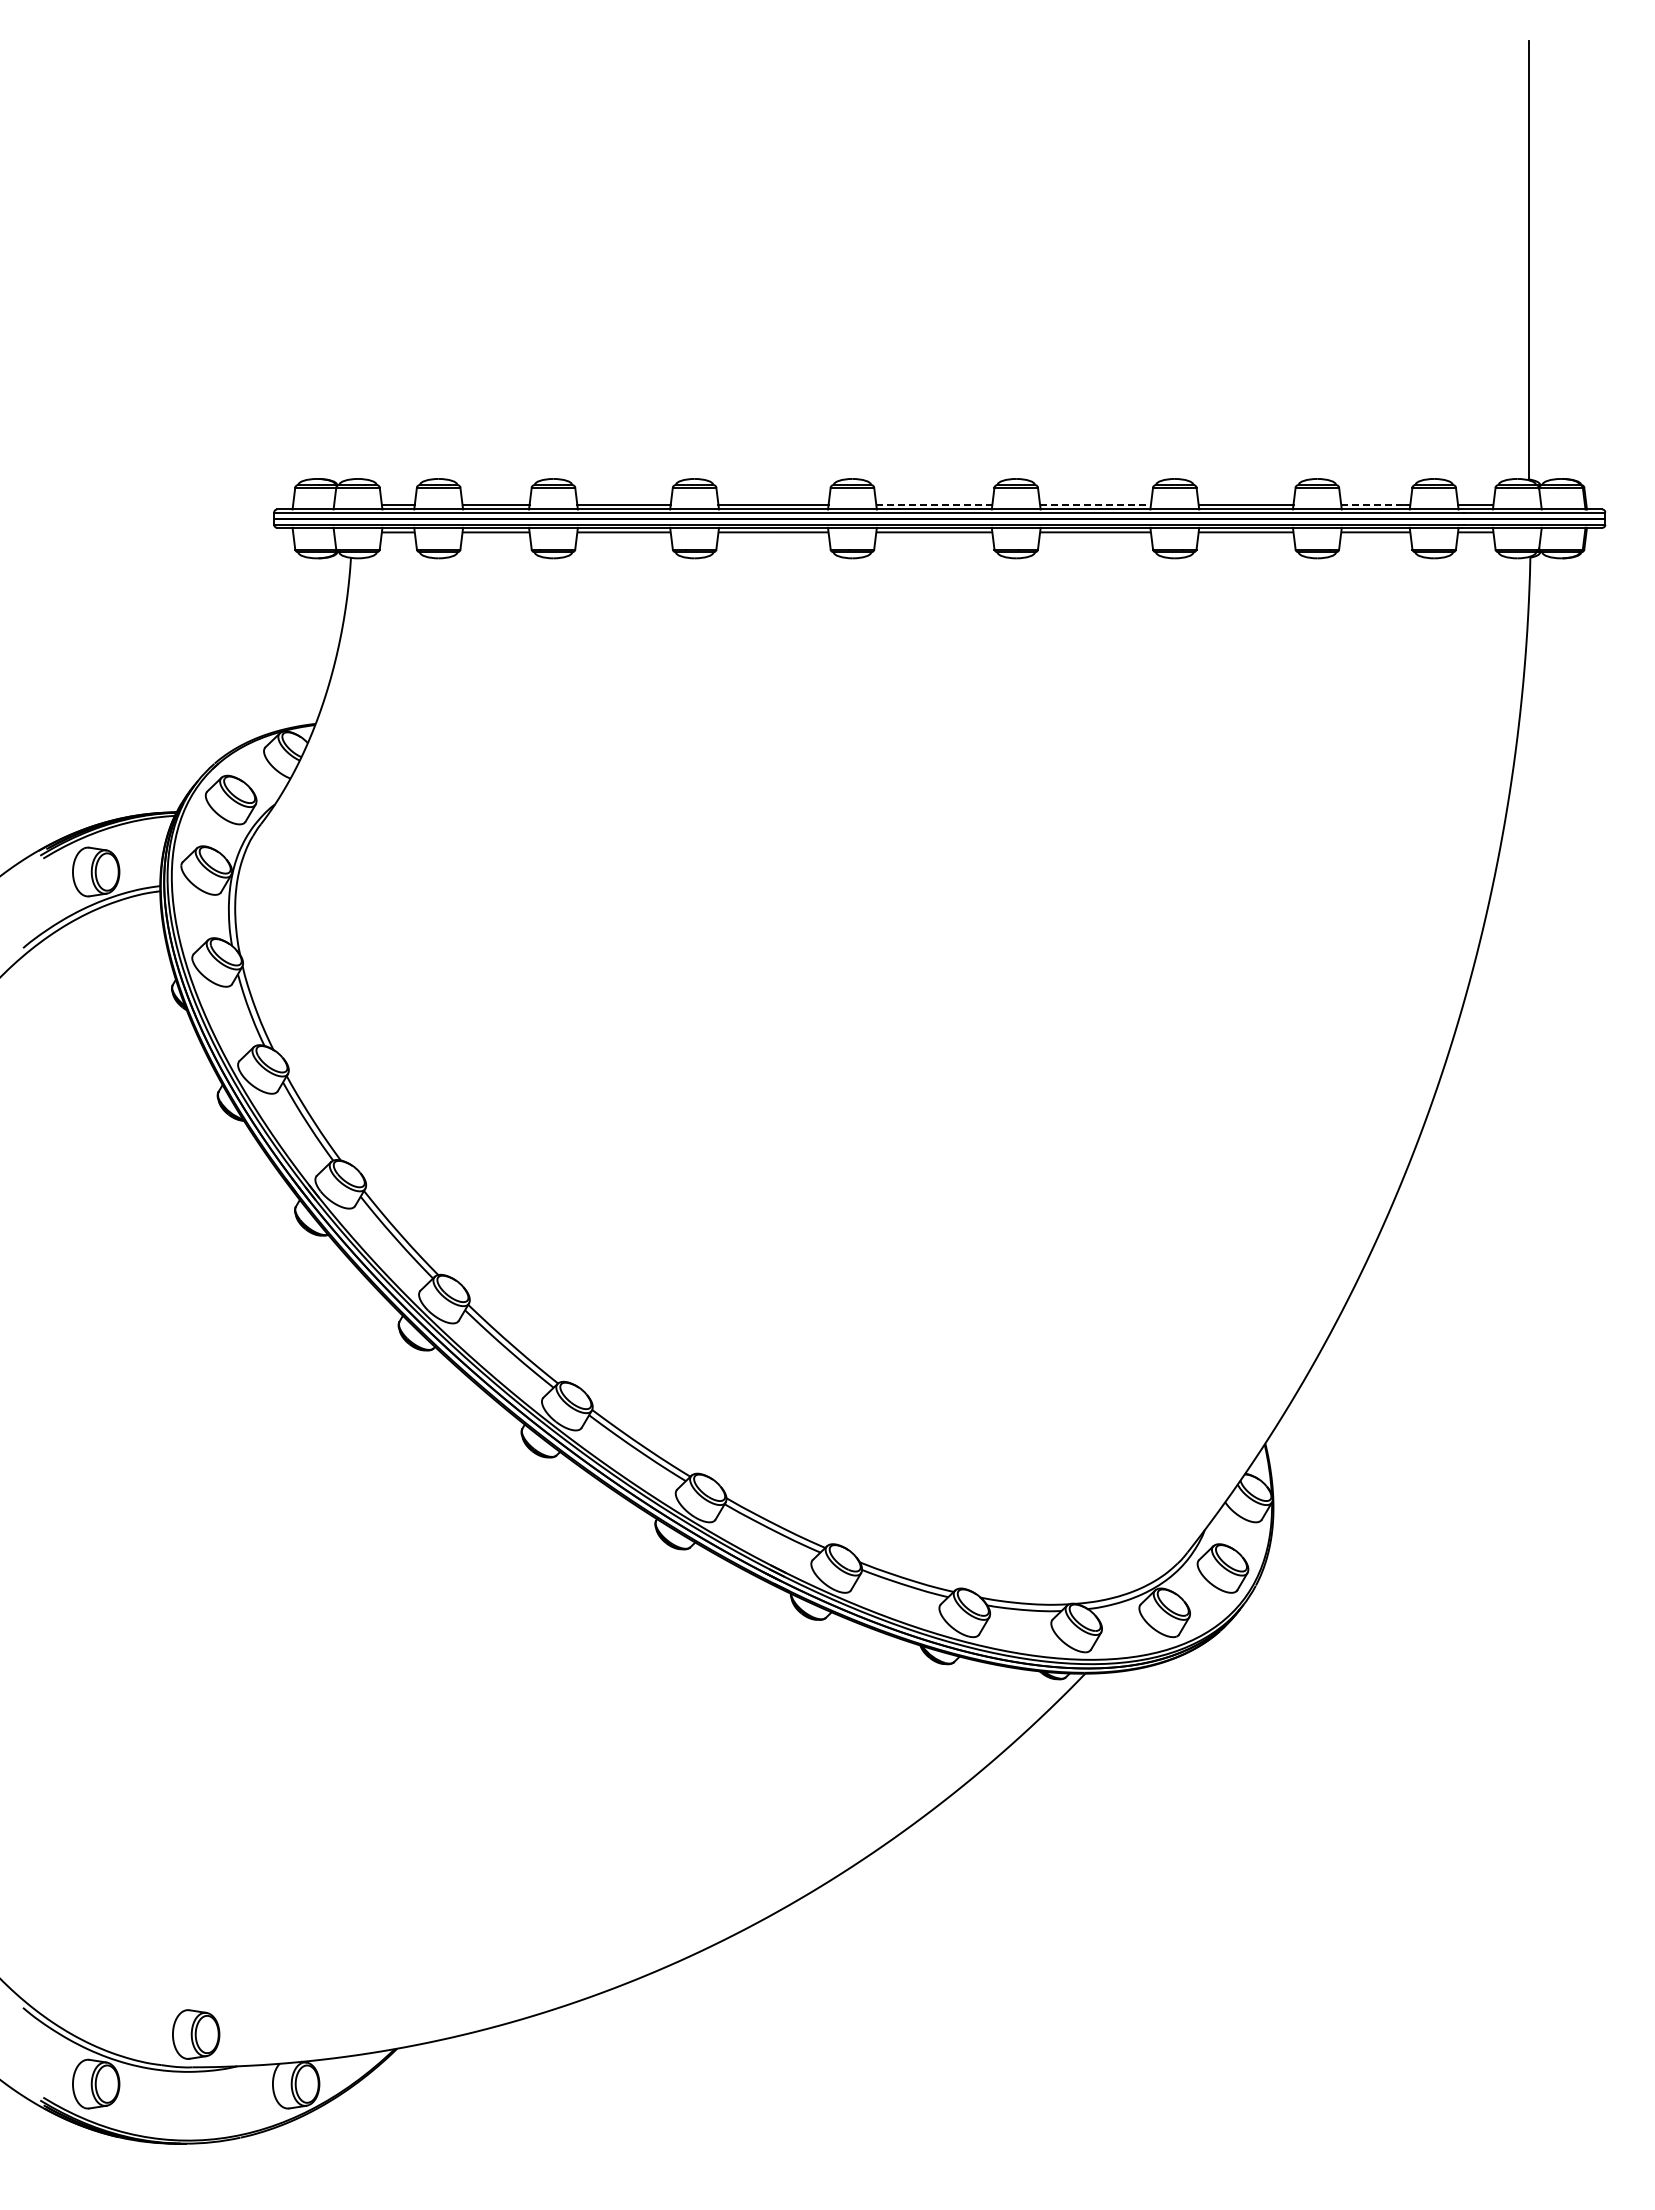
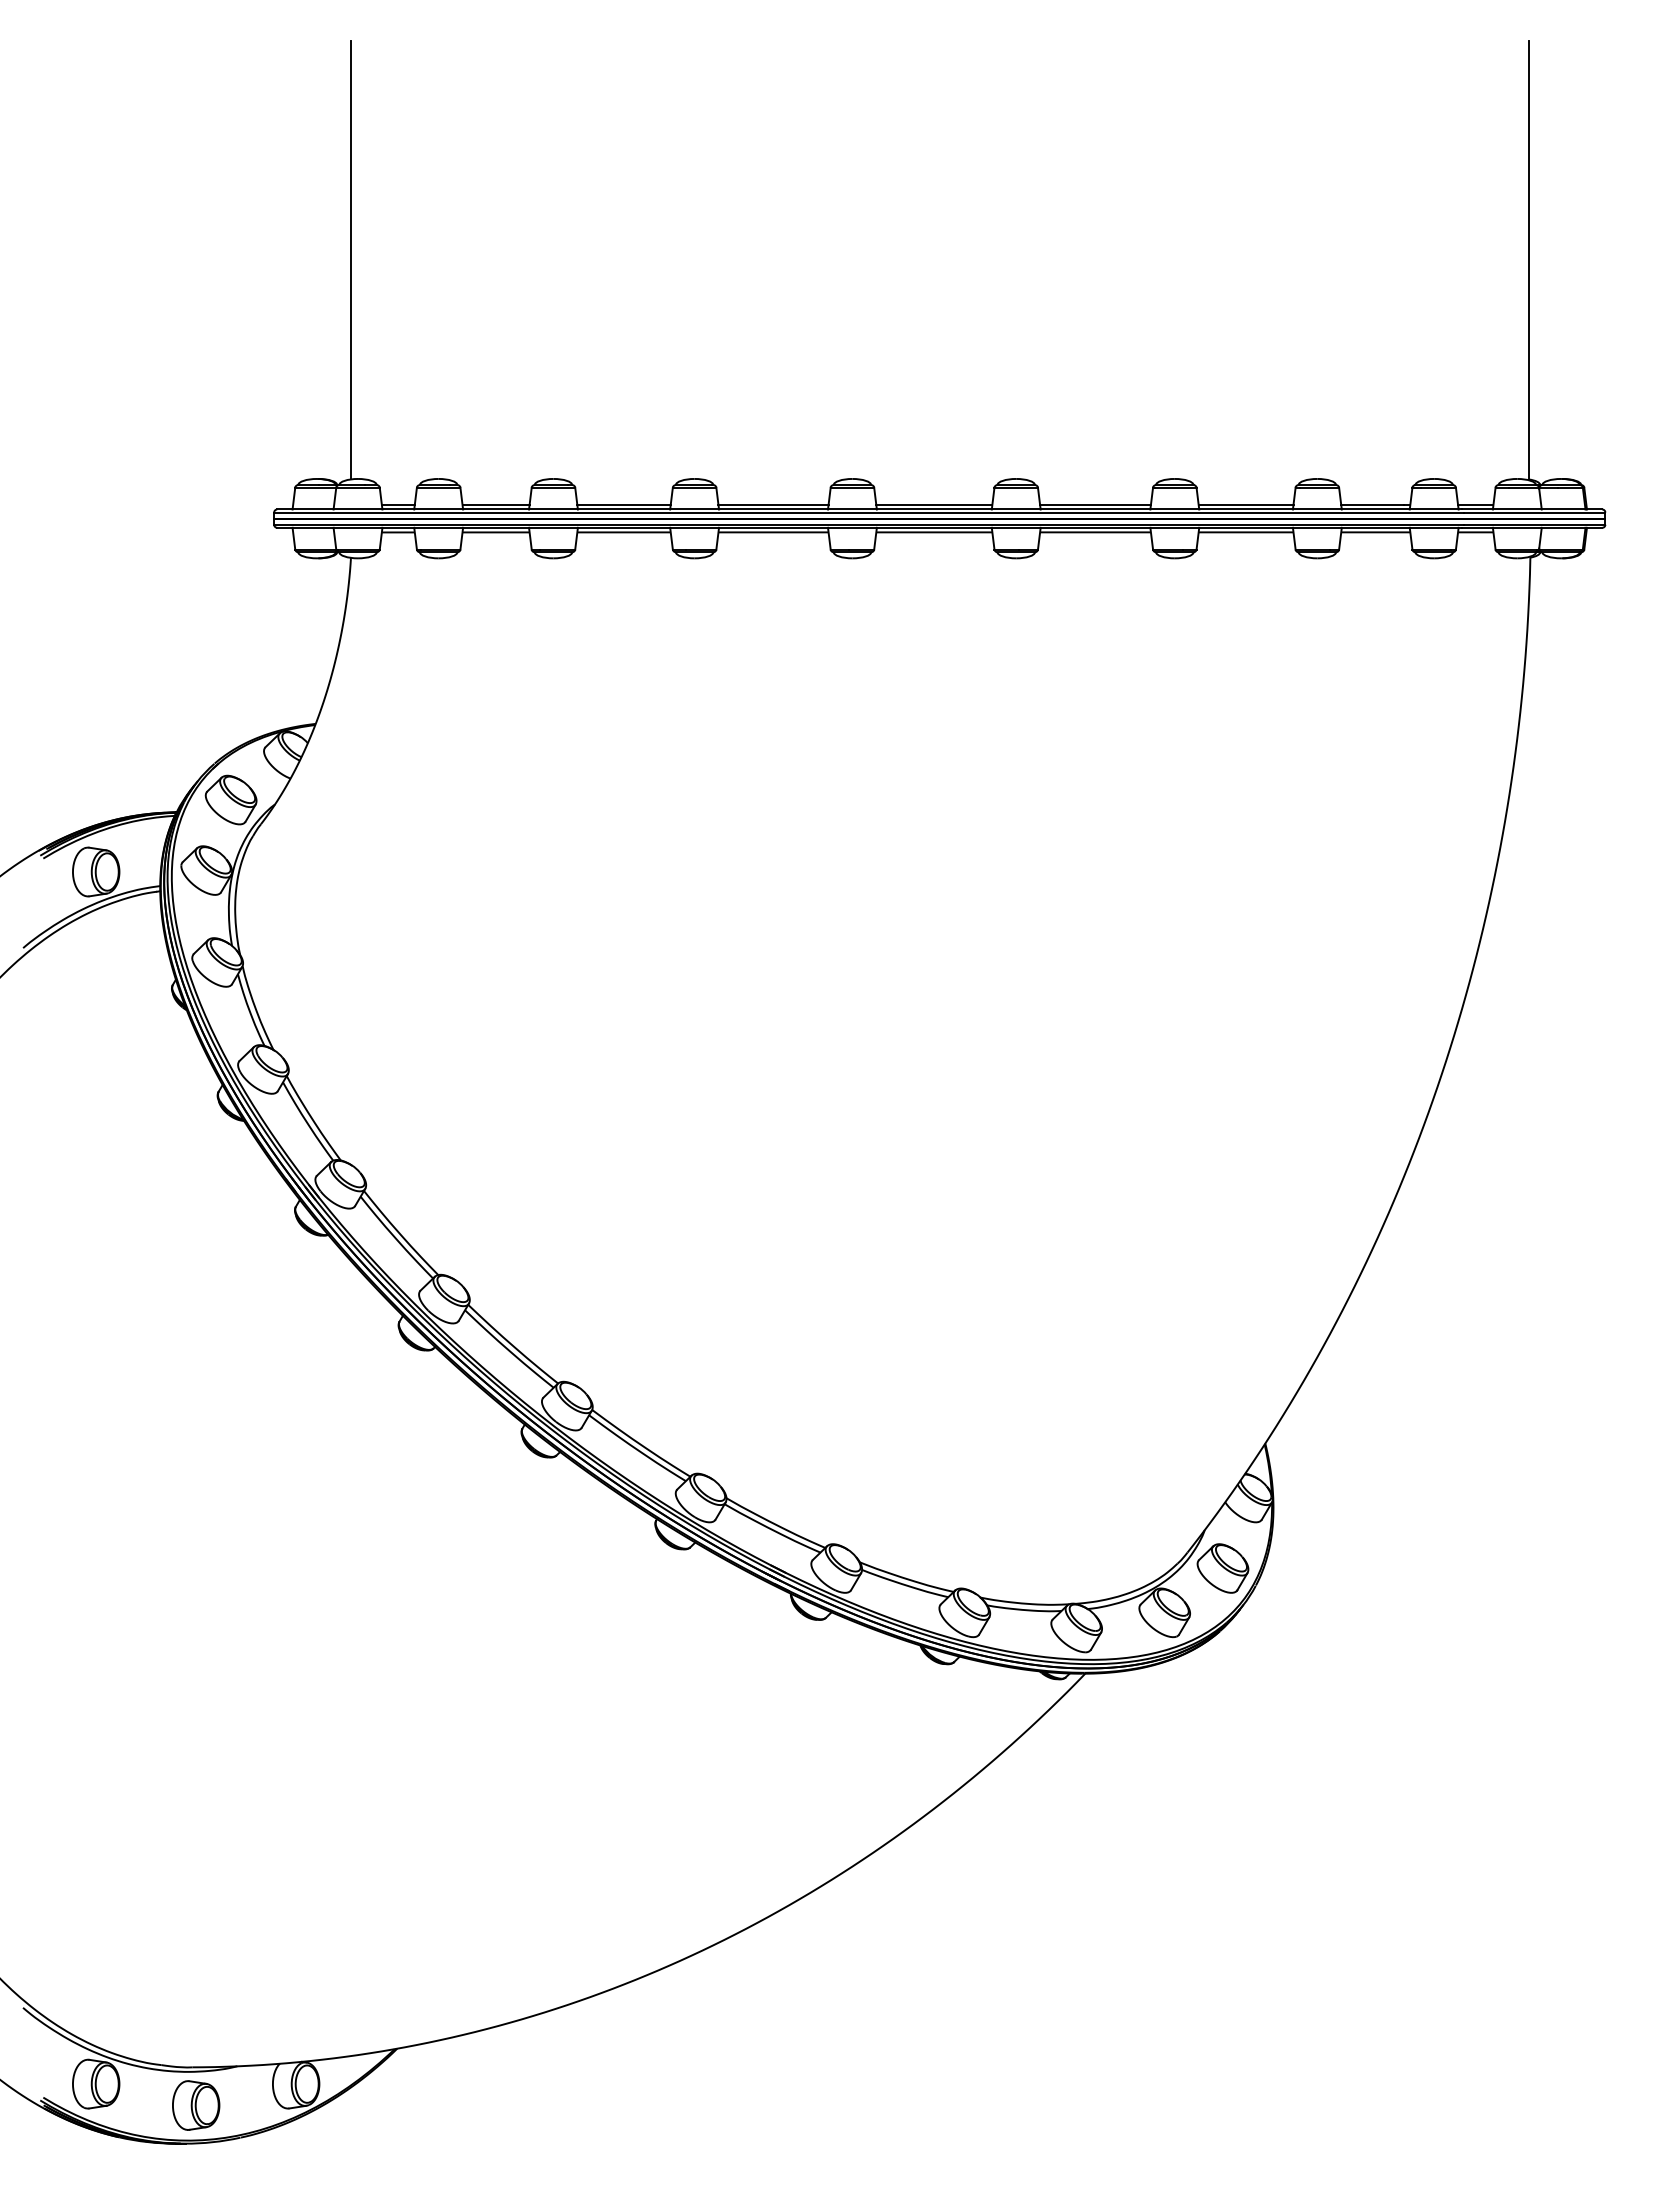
line at (350, 260): none -> present
line at (934, 504): dashed -> solid
line at (1096, 504): dashed -> solid
line at (1373, 504): dashed -> solid
part at (196, 2034) position: (196, 2034) -> (196, 2105)
